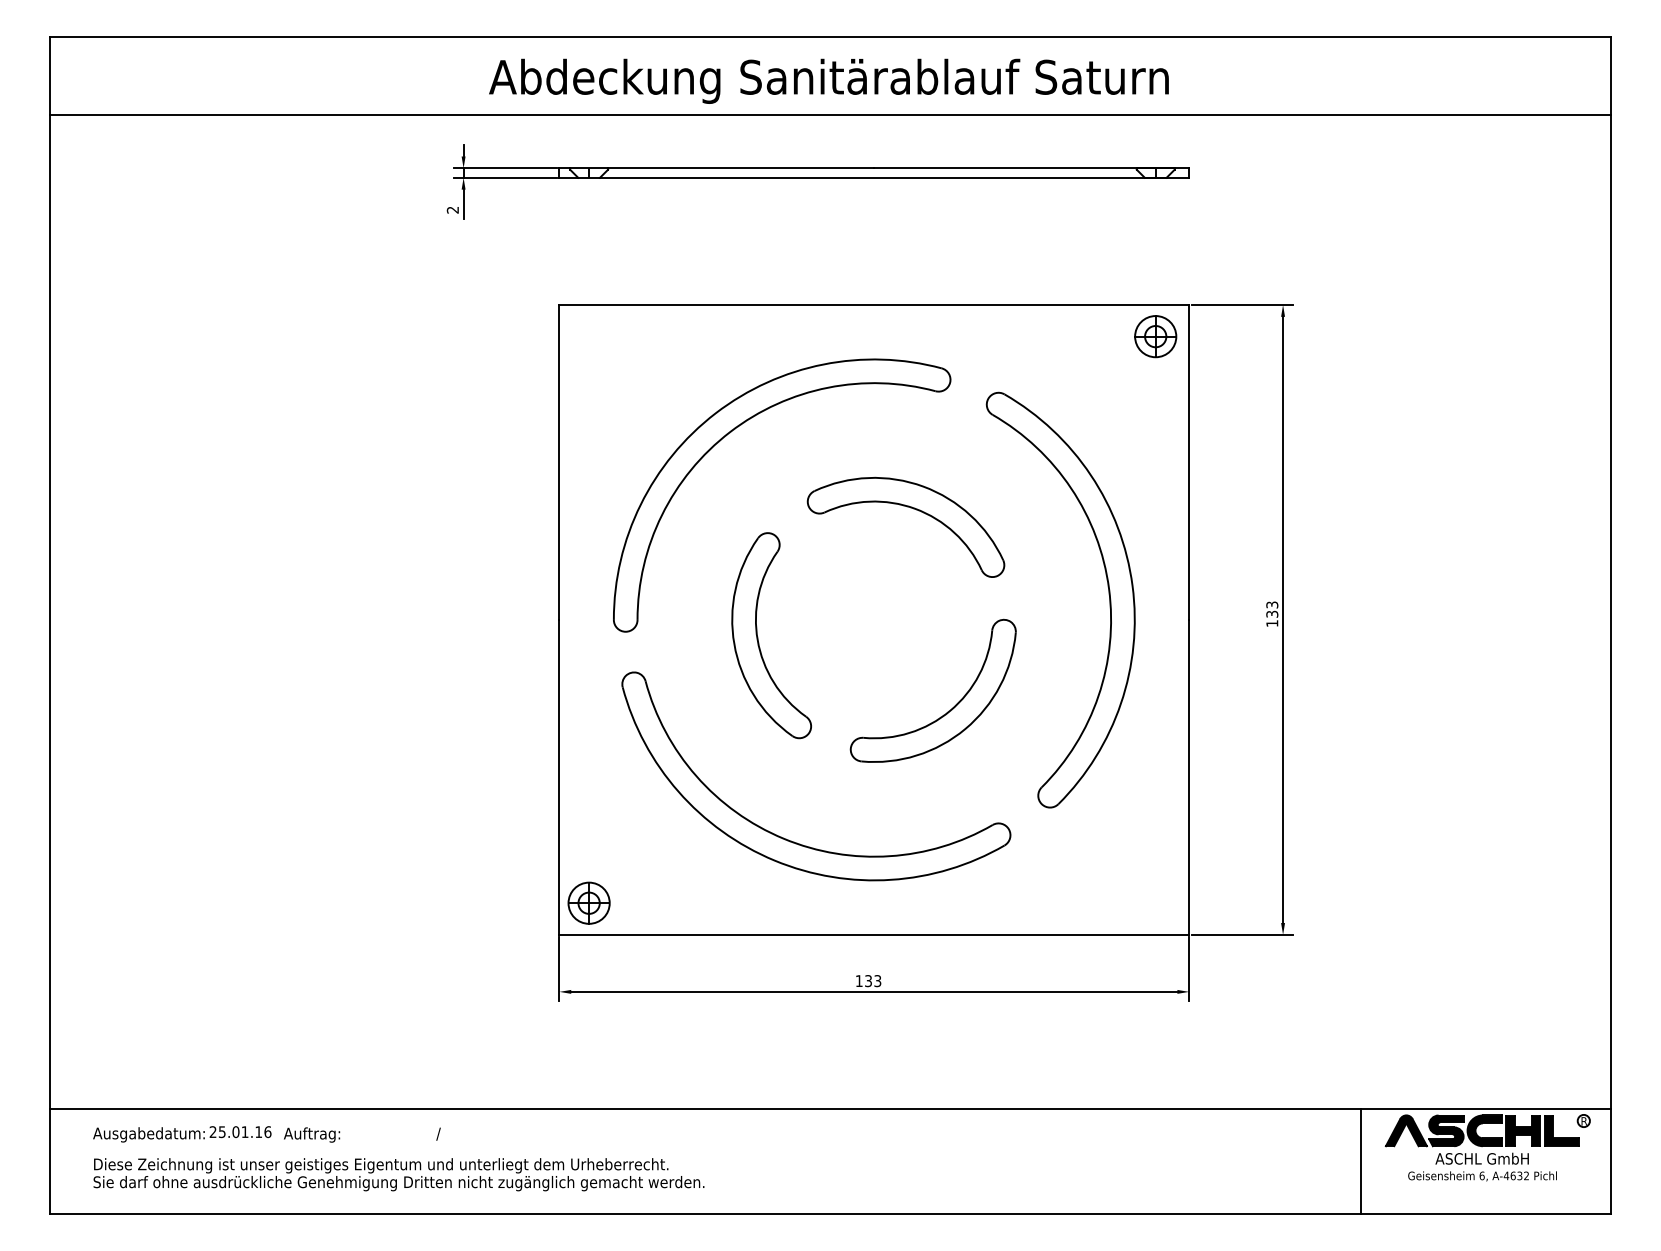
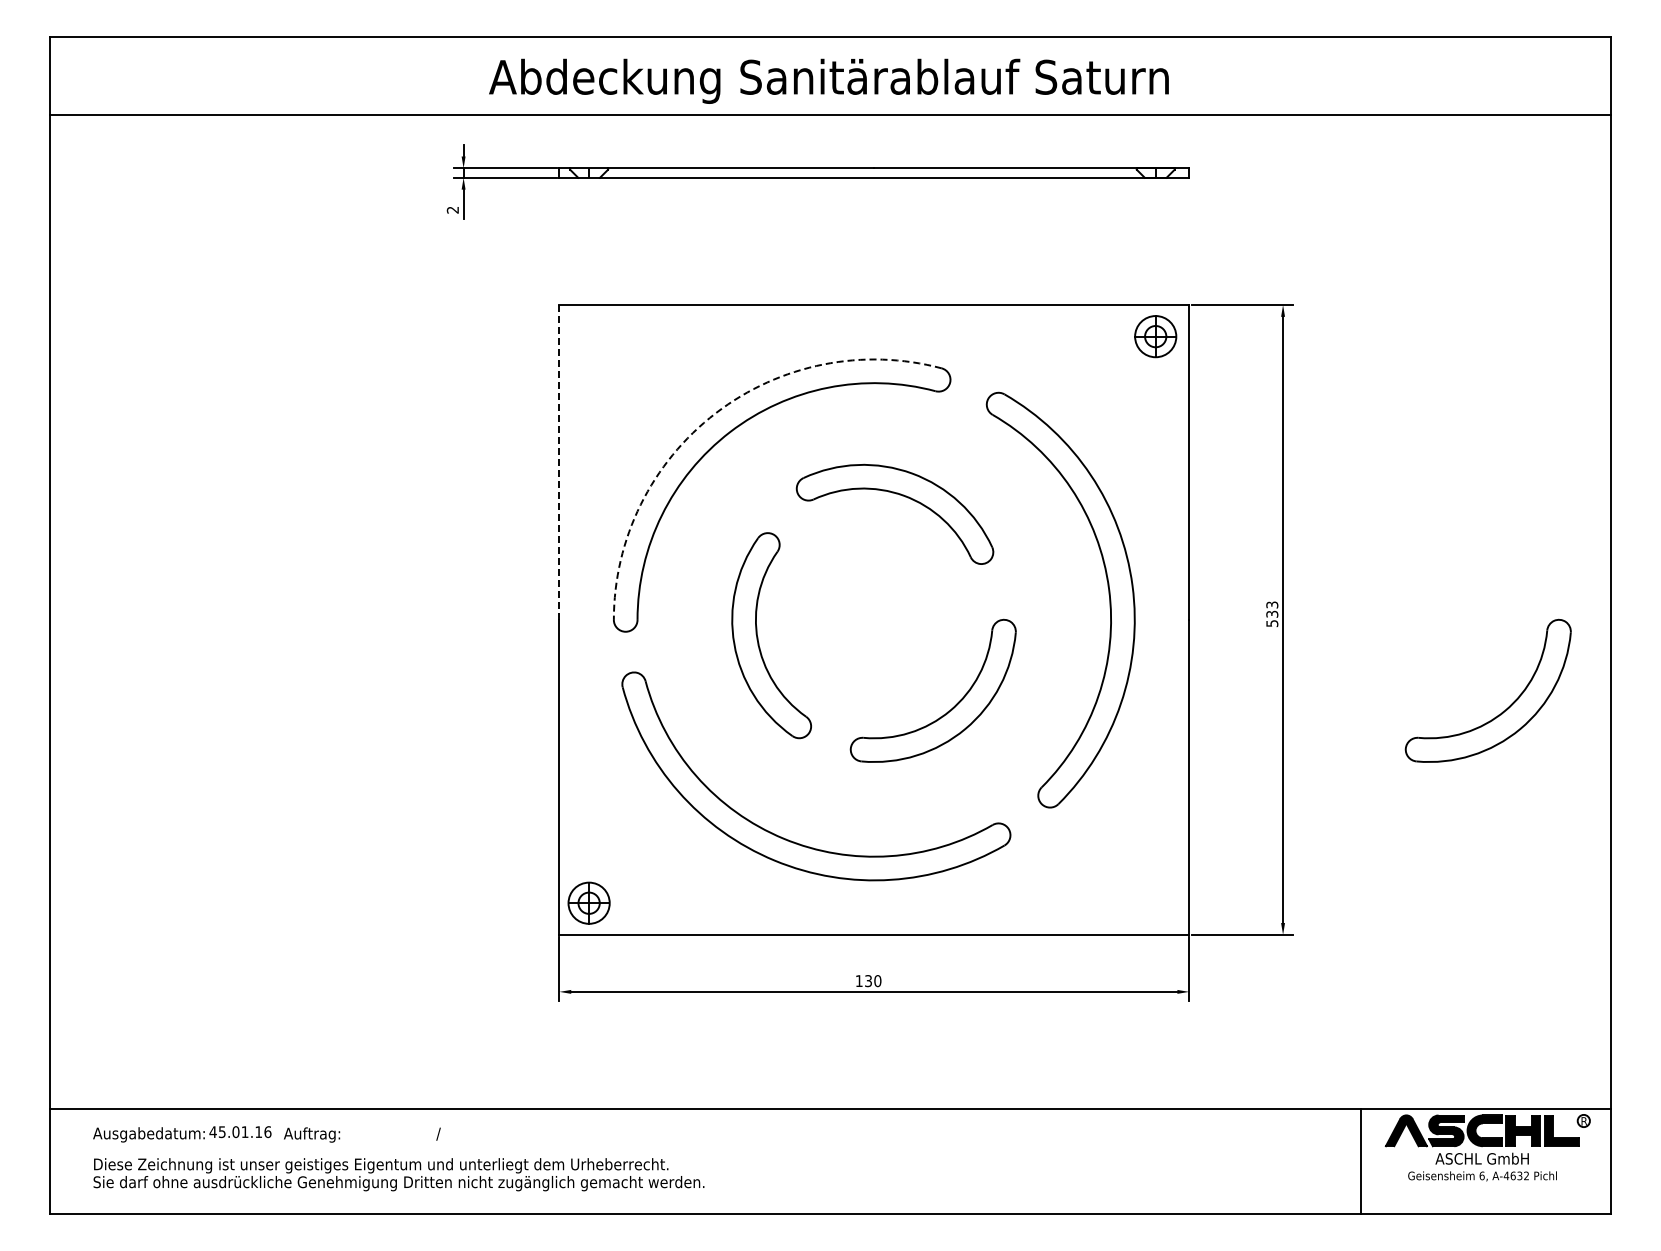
arc at (715, 413): solid -> dashed
line at (559, 462): solid -> dashed
part at (910, 508) position: (910, 508) -> (899, 495)
text at (1272, 623): 133 -> 533
part at (1502, 711): none -> present
text at (877, 981): 133 -> 130
text at (212, 1131): 25.01.16 -> 45.01.16
